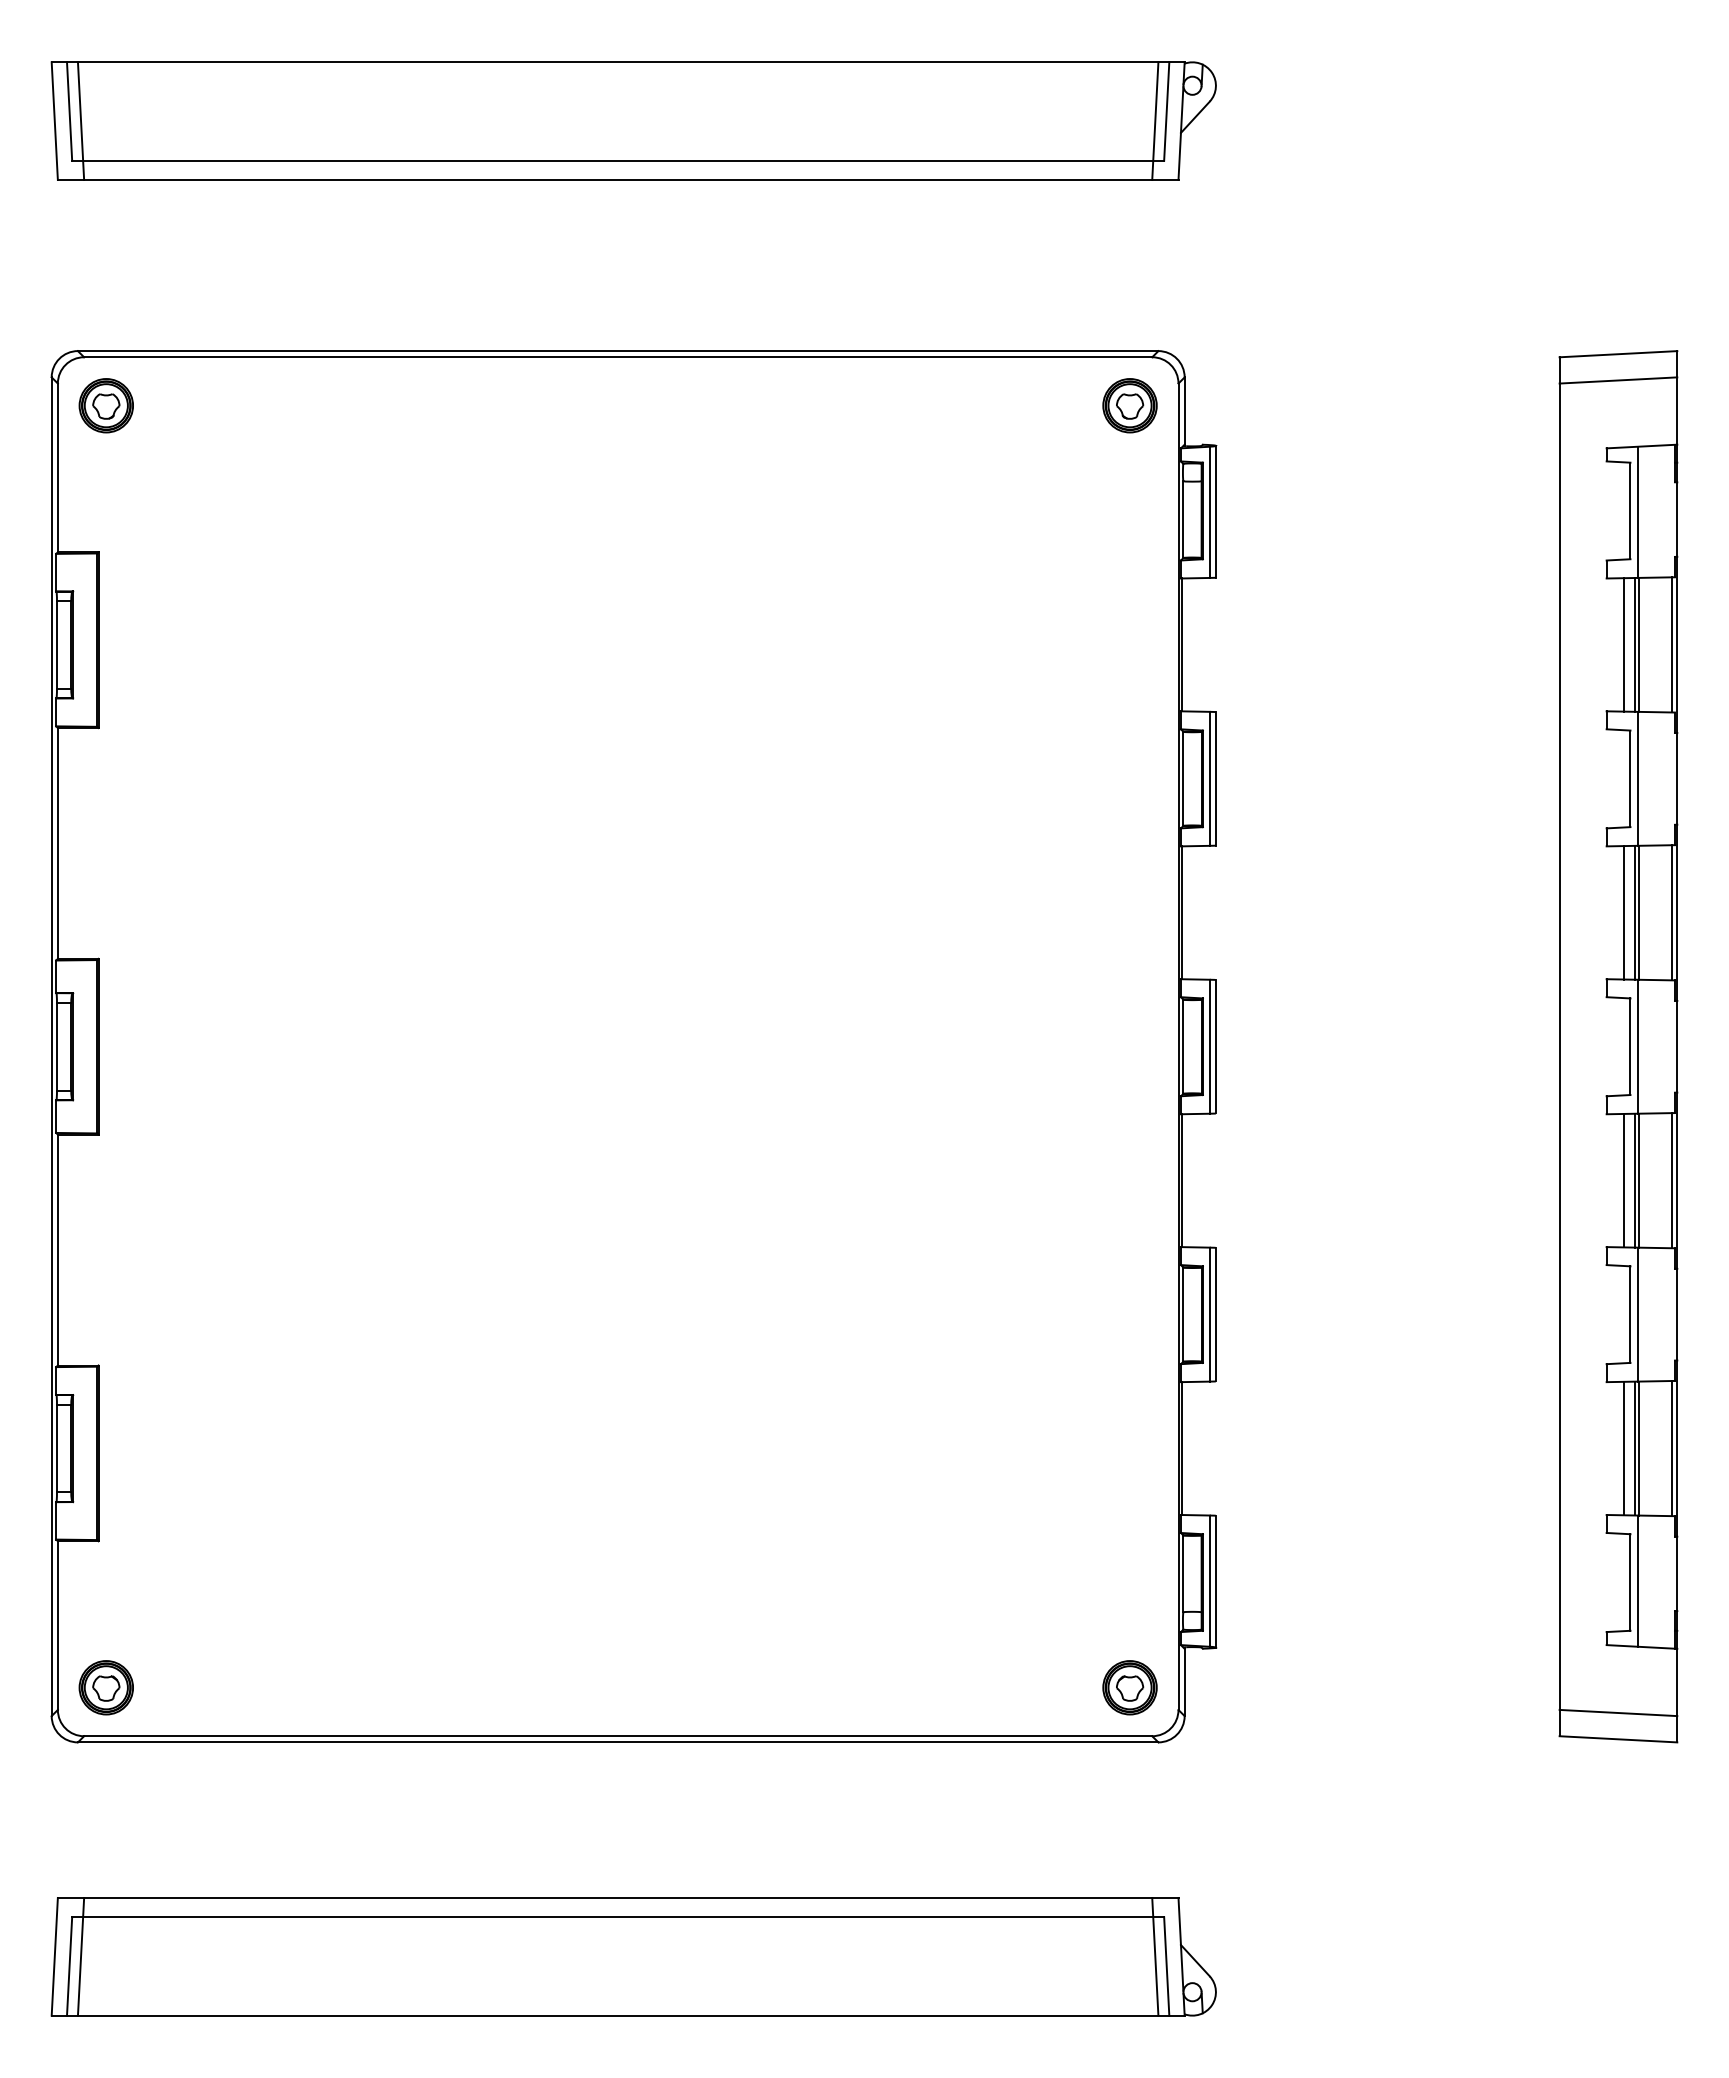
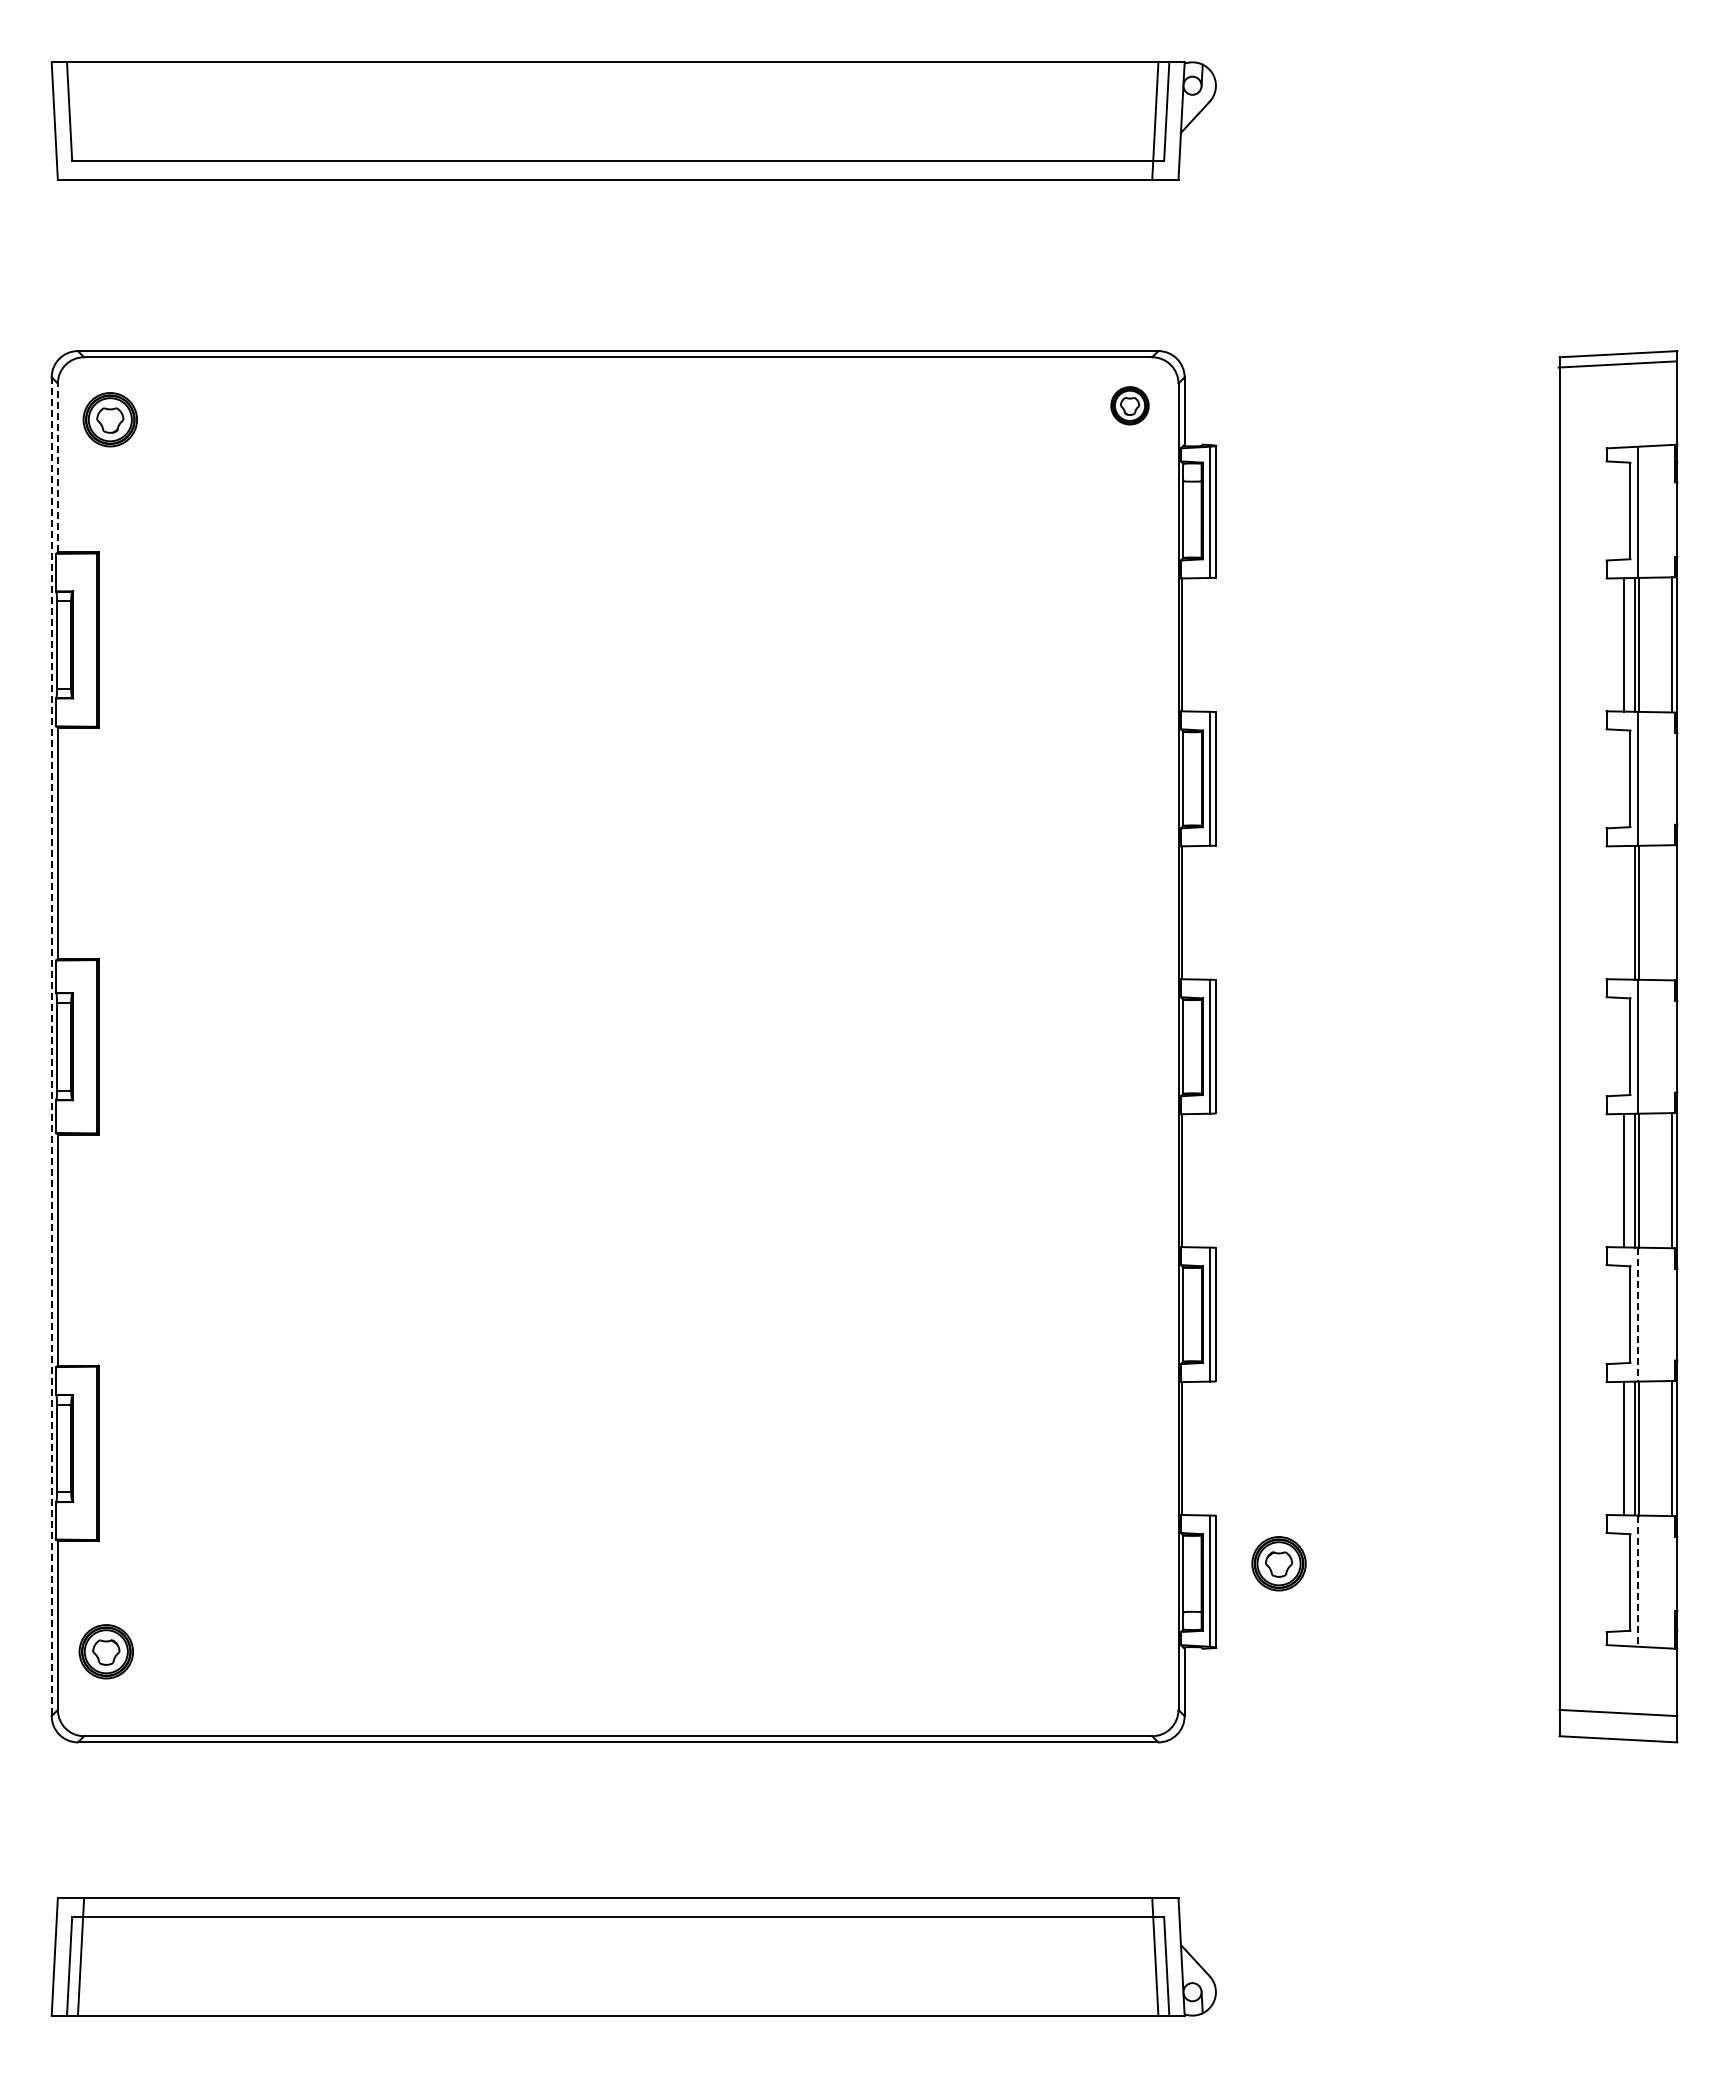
line at (80, 121): present -> none
line at (1618, 380) position: (1618, 380) -> (1617, 364)
part at (105, 405) position: (105, 405) -> (109, 419)
part at (1129, 405) size: 56x56 px -> 40x40 px
line at (57, 467): solid -> dashed
line at (1624, 912): present -> none
line at (1672, 912): present -> none
line at (51, 1047): solid -> dashed
line at (1637, 1314): solid -> dashed
line at (1637, 1581): solid -> dashed
part at (105, 1687) position: (105, 1687) -> (105, 1651)
part at (1129, 1687) position: (1129, 1687) -> (1278, 1563)
